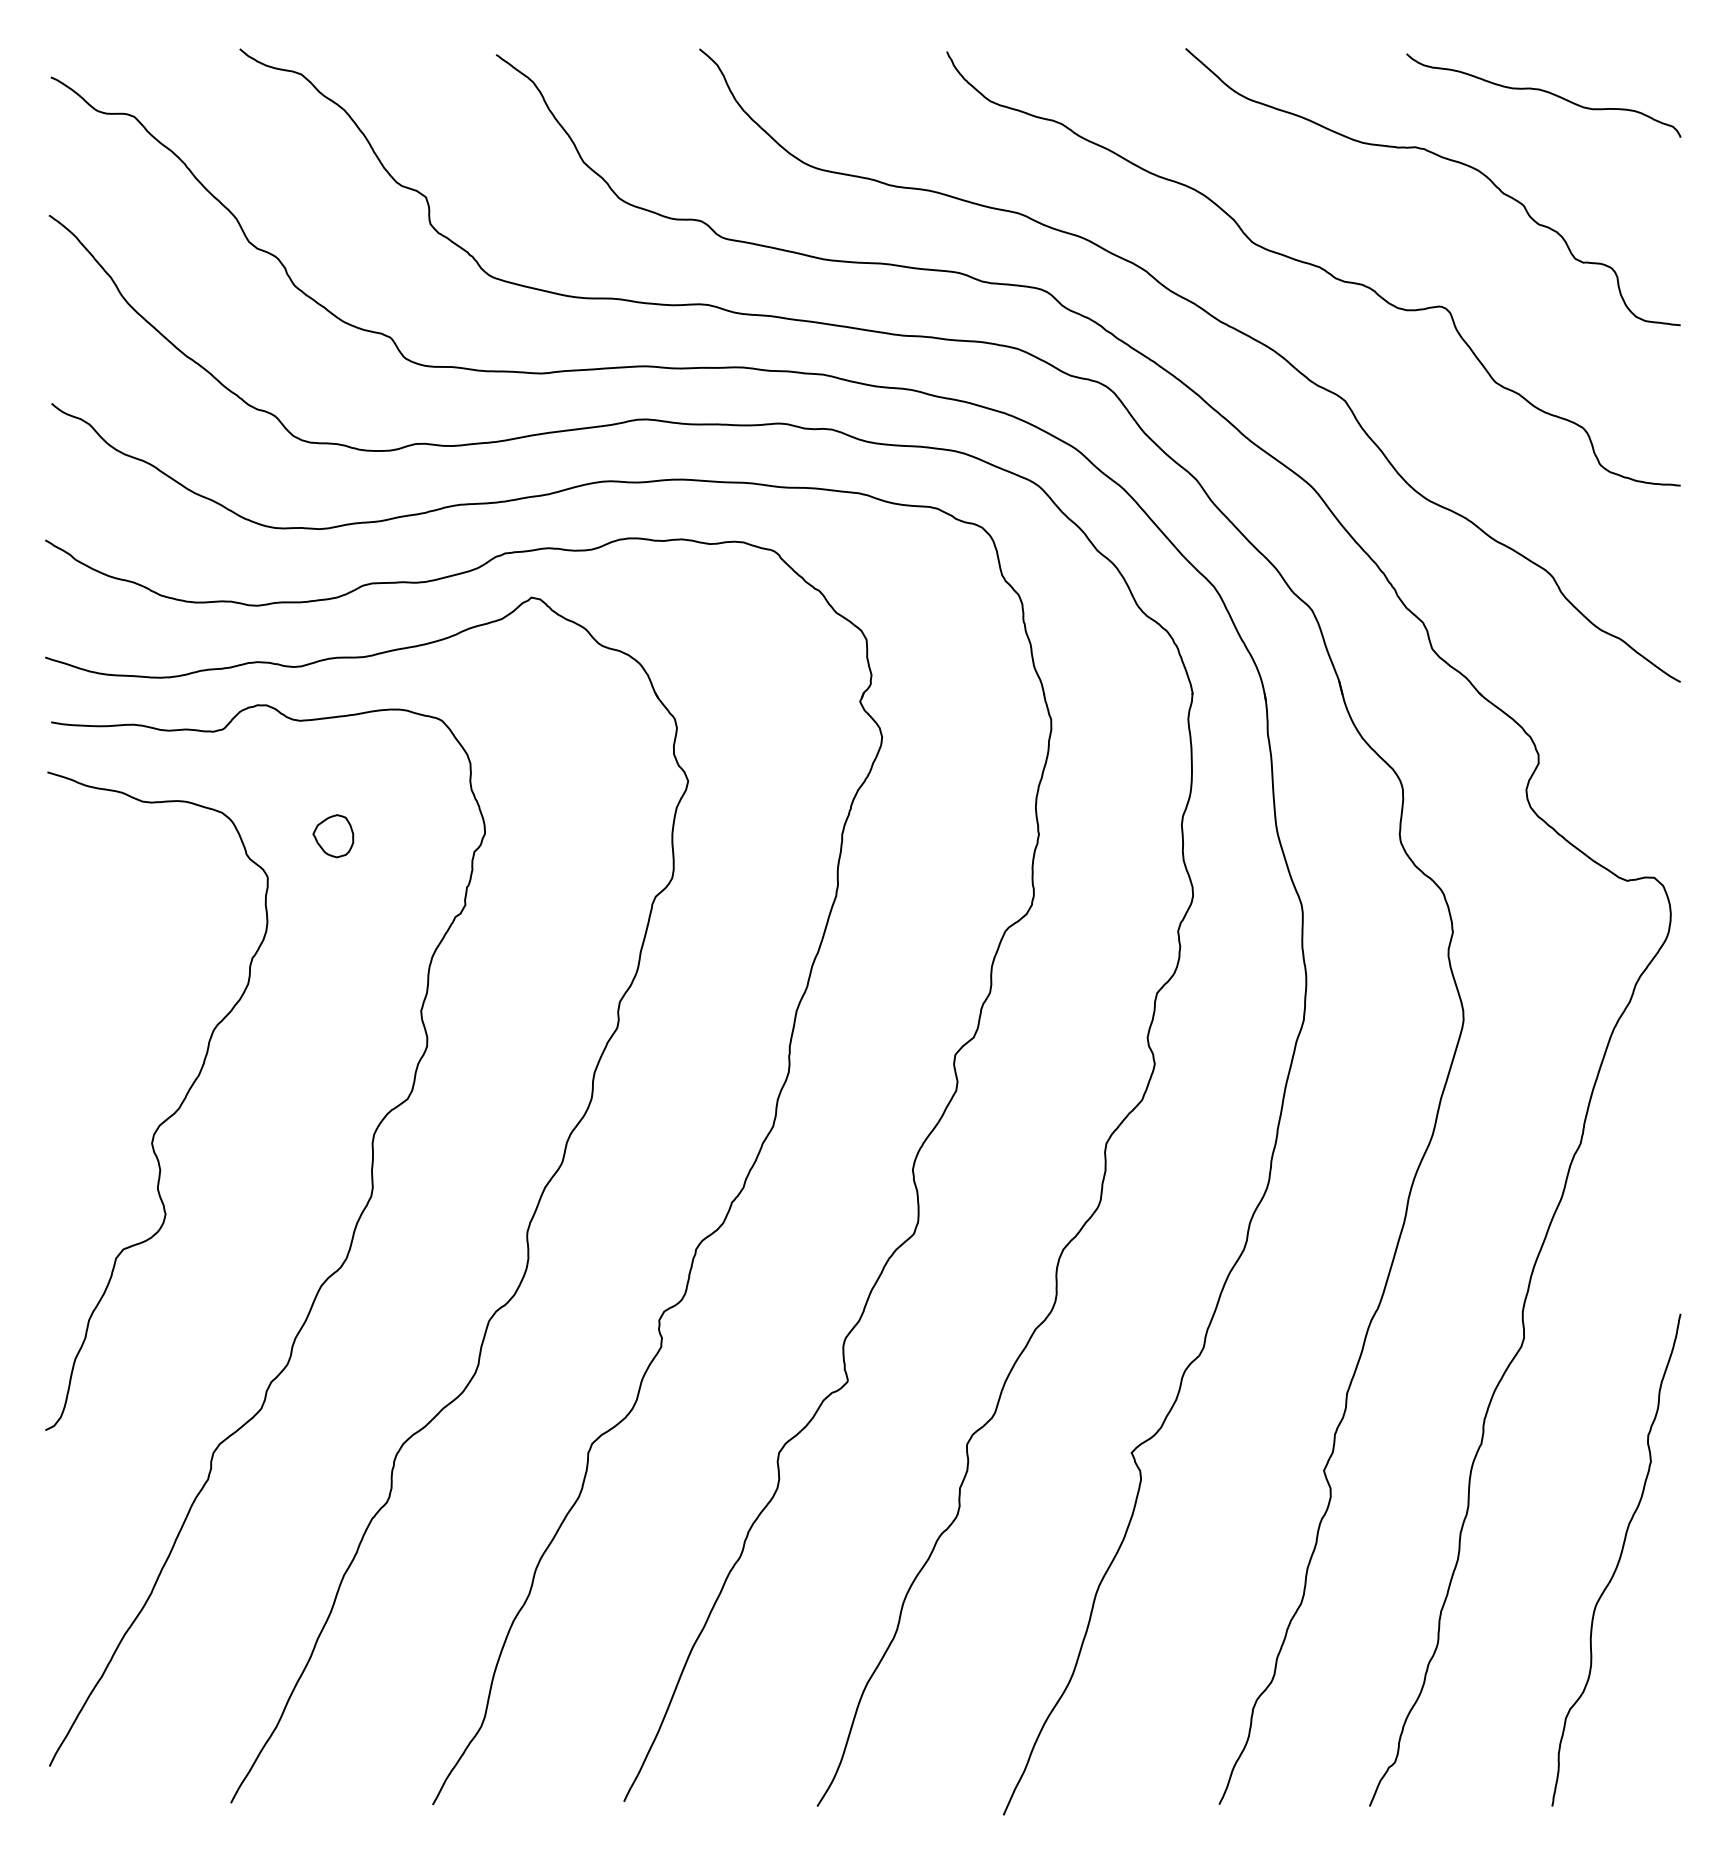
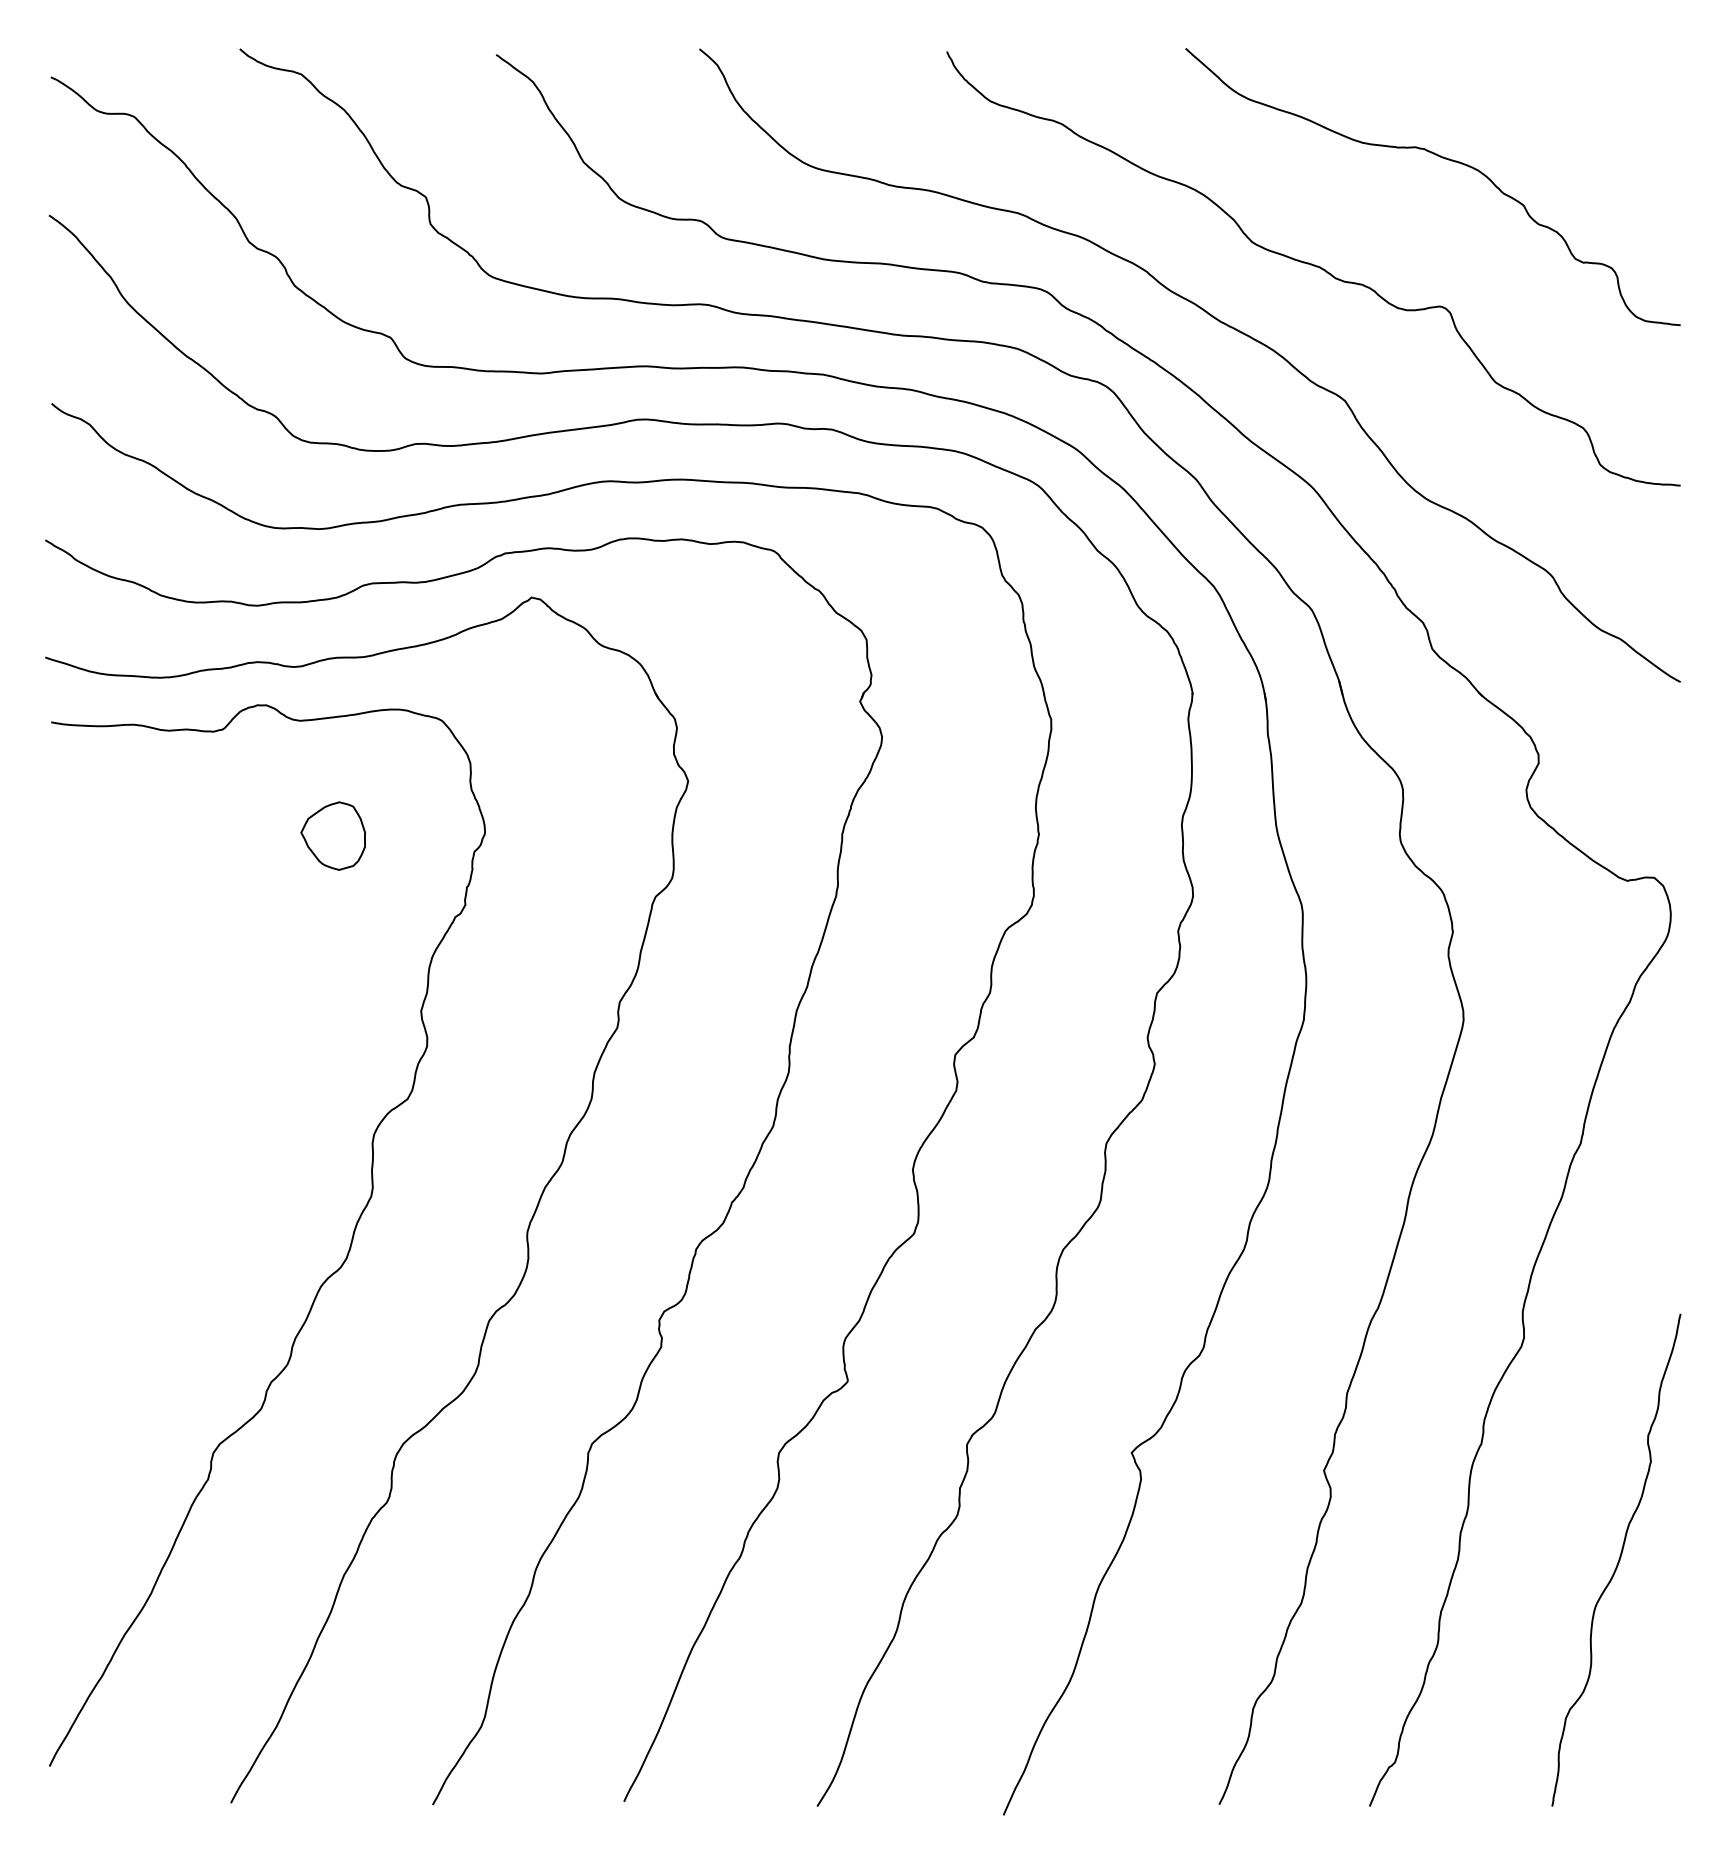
curve at (1545, 92): present -> none
part at (333, 836) size: 43x45 px -> 66x70 px
curve at (167, 1117): present -> none
